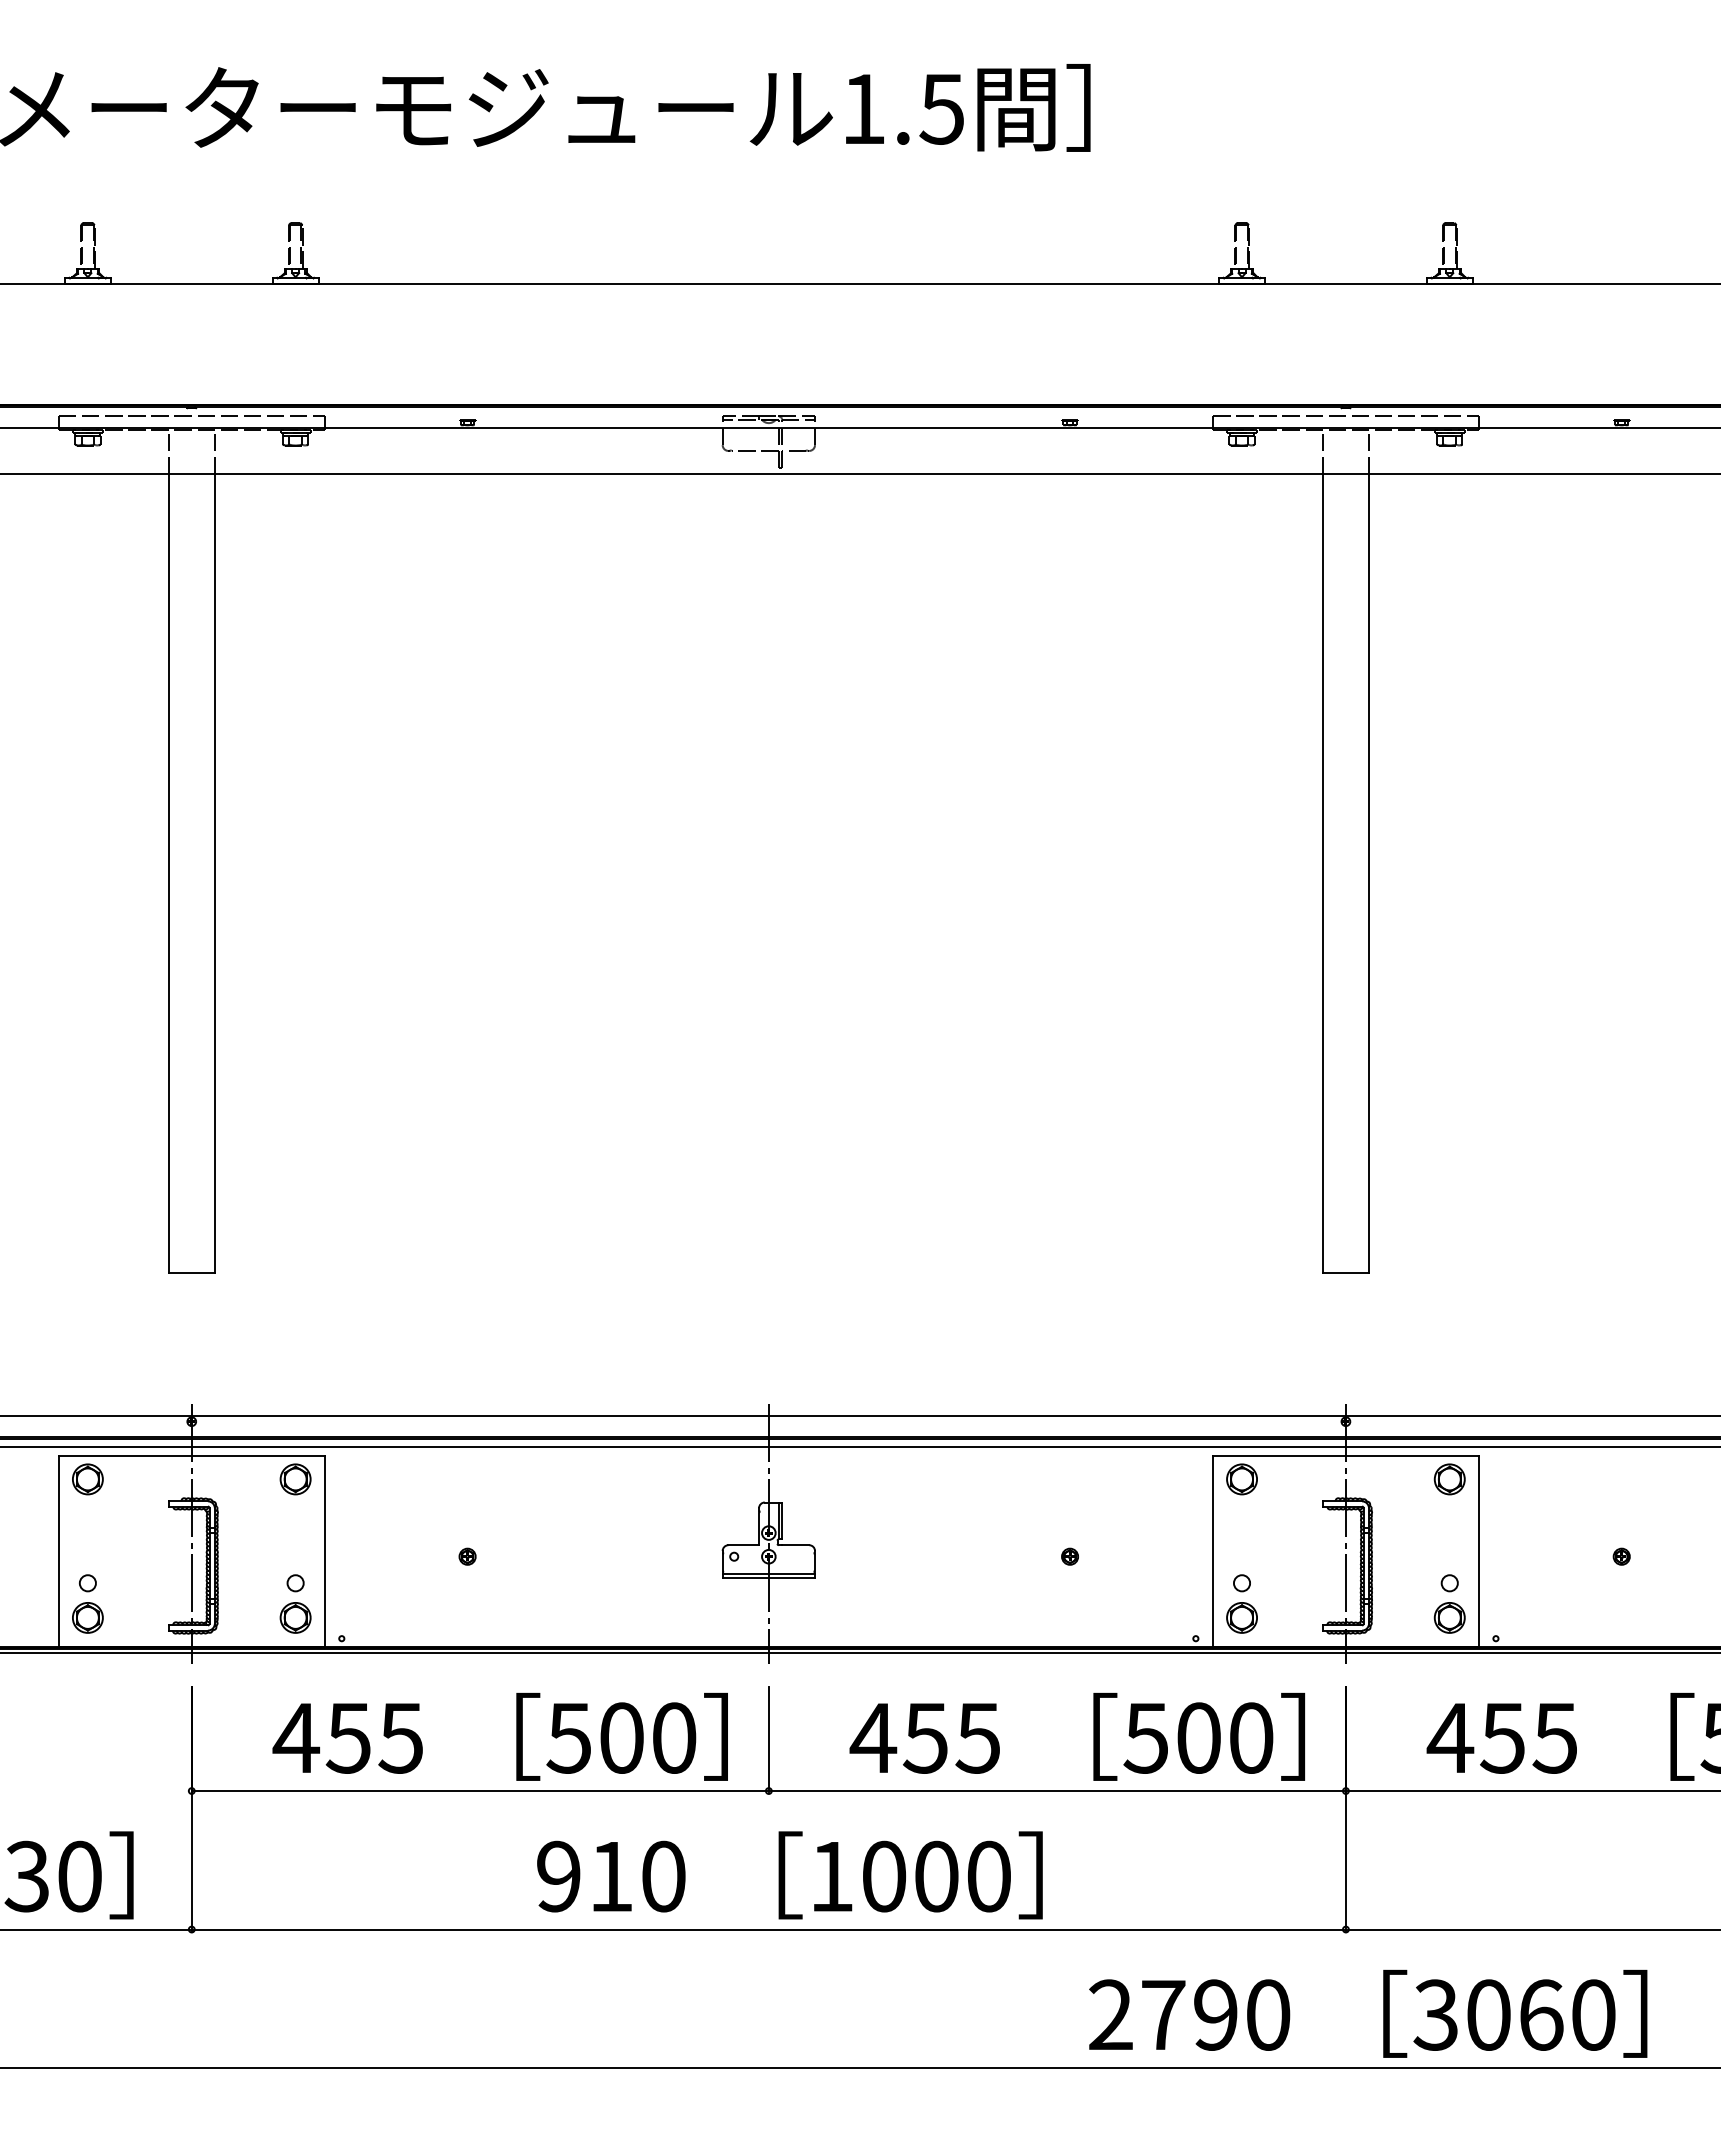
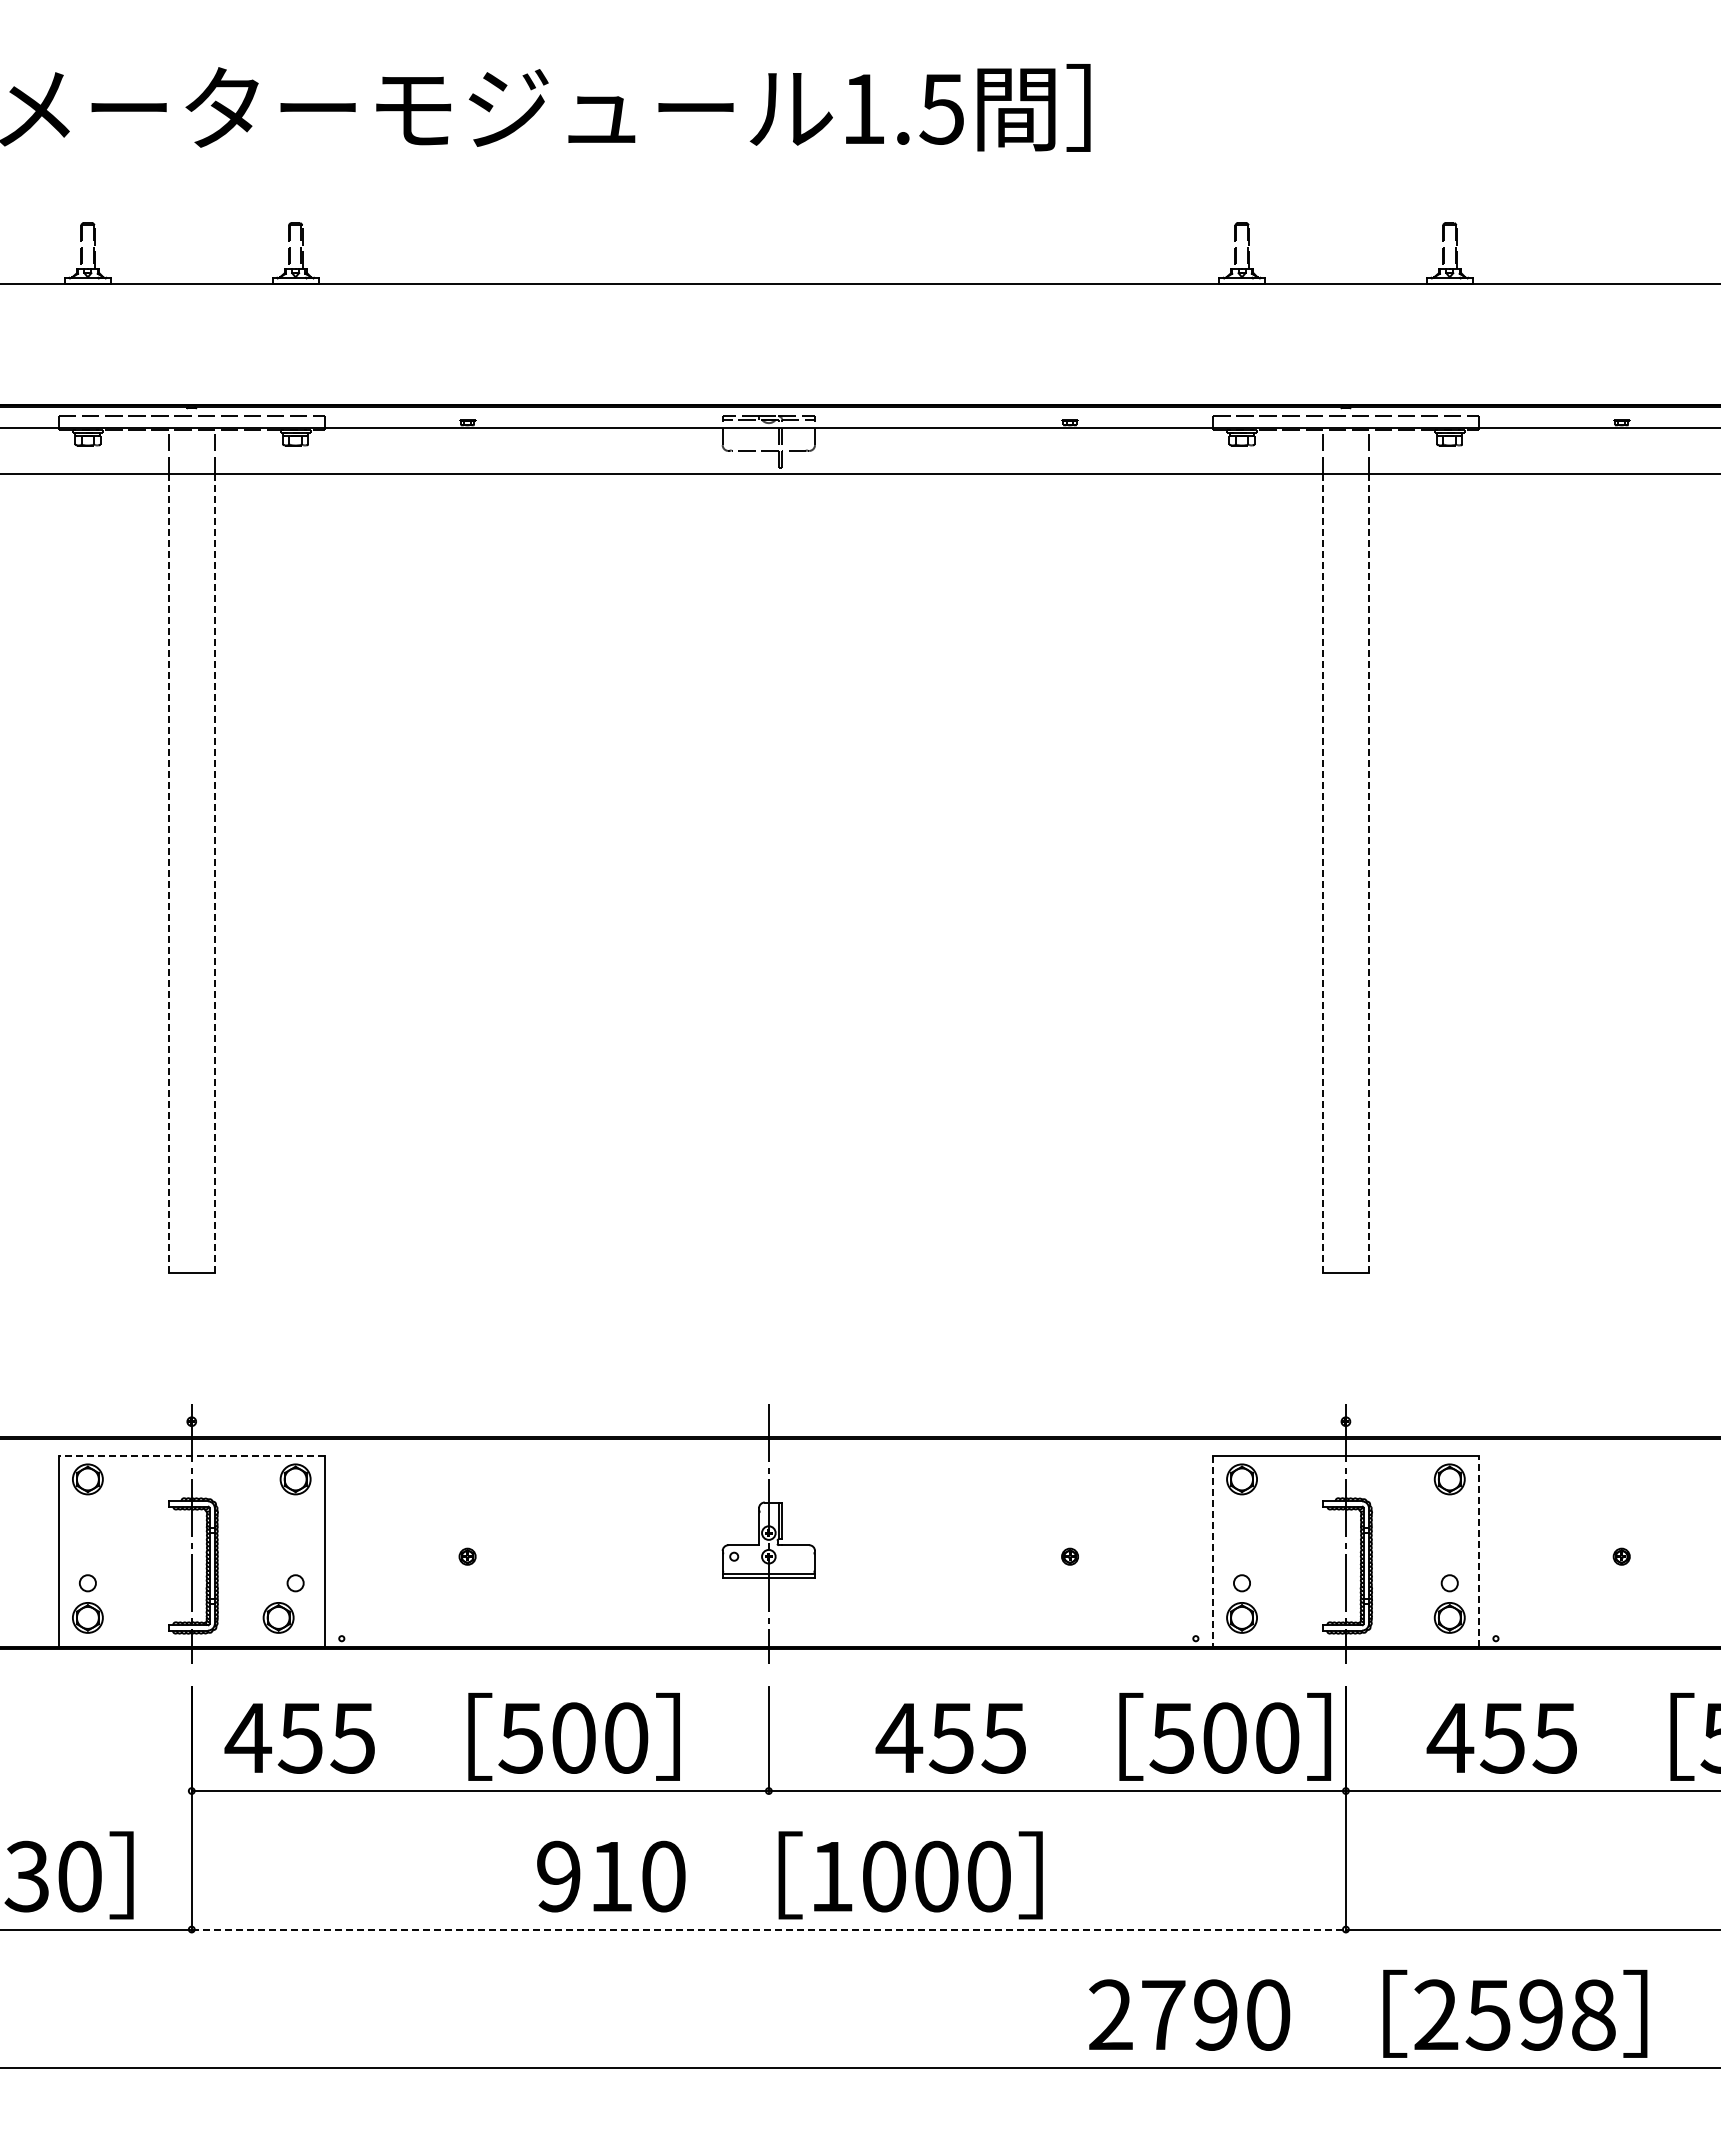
line at (168, 872): solid -> dashed
line at (214, 872): solid -> dashed
line at (1322, 872): solid -> dashed
line at (1369, 872): solid -> dashed
line at (859, 1415): present -> none
line at (859, 1446): present -> none
line at (191, 1456): solid -> dashed
line at (1478, 1551): solid -> dashed
line at (1213, 1552): solid -> dashed
part at (295, 1617) position: (295, 1617) -> (278, 1617)
line at (859, 1652): present -> none
text at (499, 1736) position: (499, 1736) -> (451, 1736)
text at (1077, 1736) position: (1077, 1736) -> (1103, 1736)
line at (769, 1929): solid -> dashed
text at (1514, 2014): 3060 -> 2598
